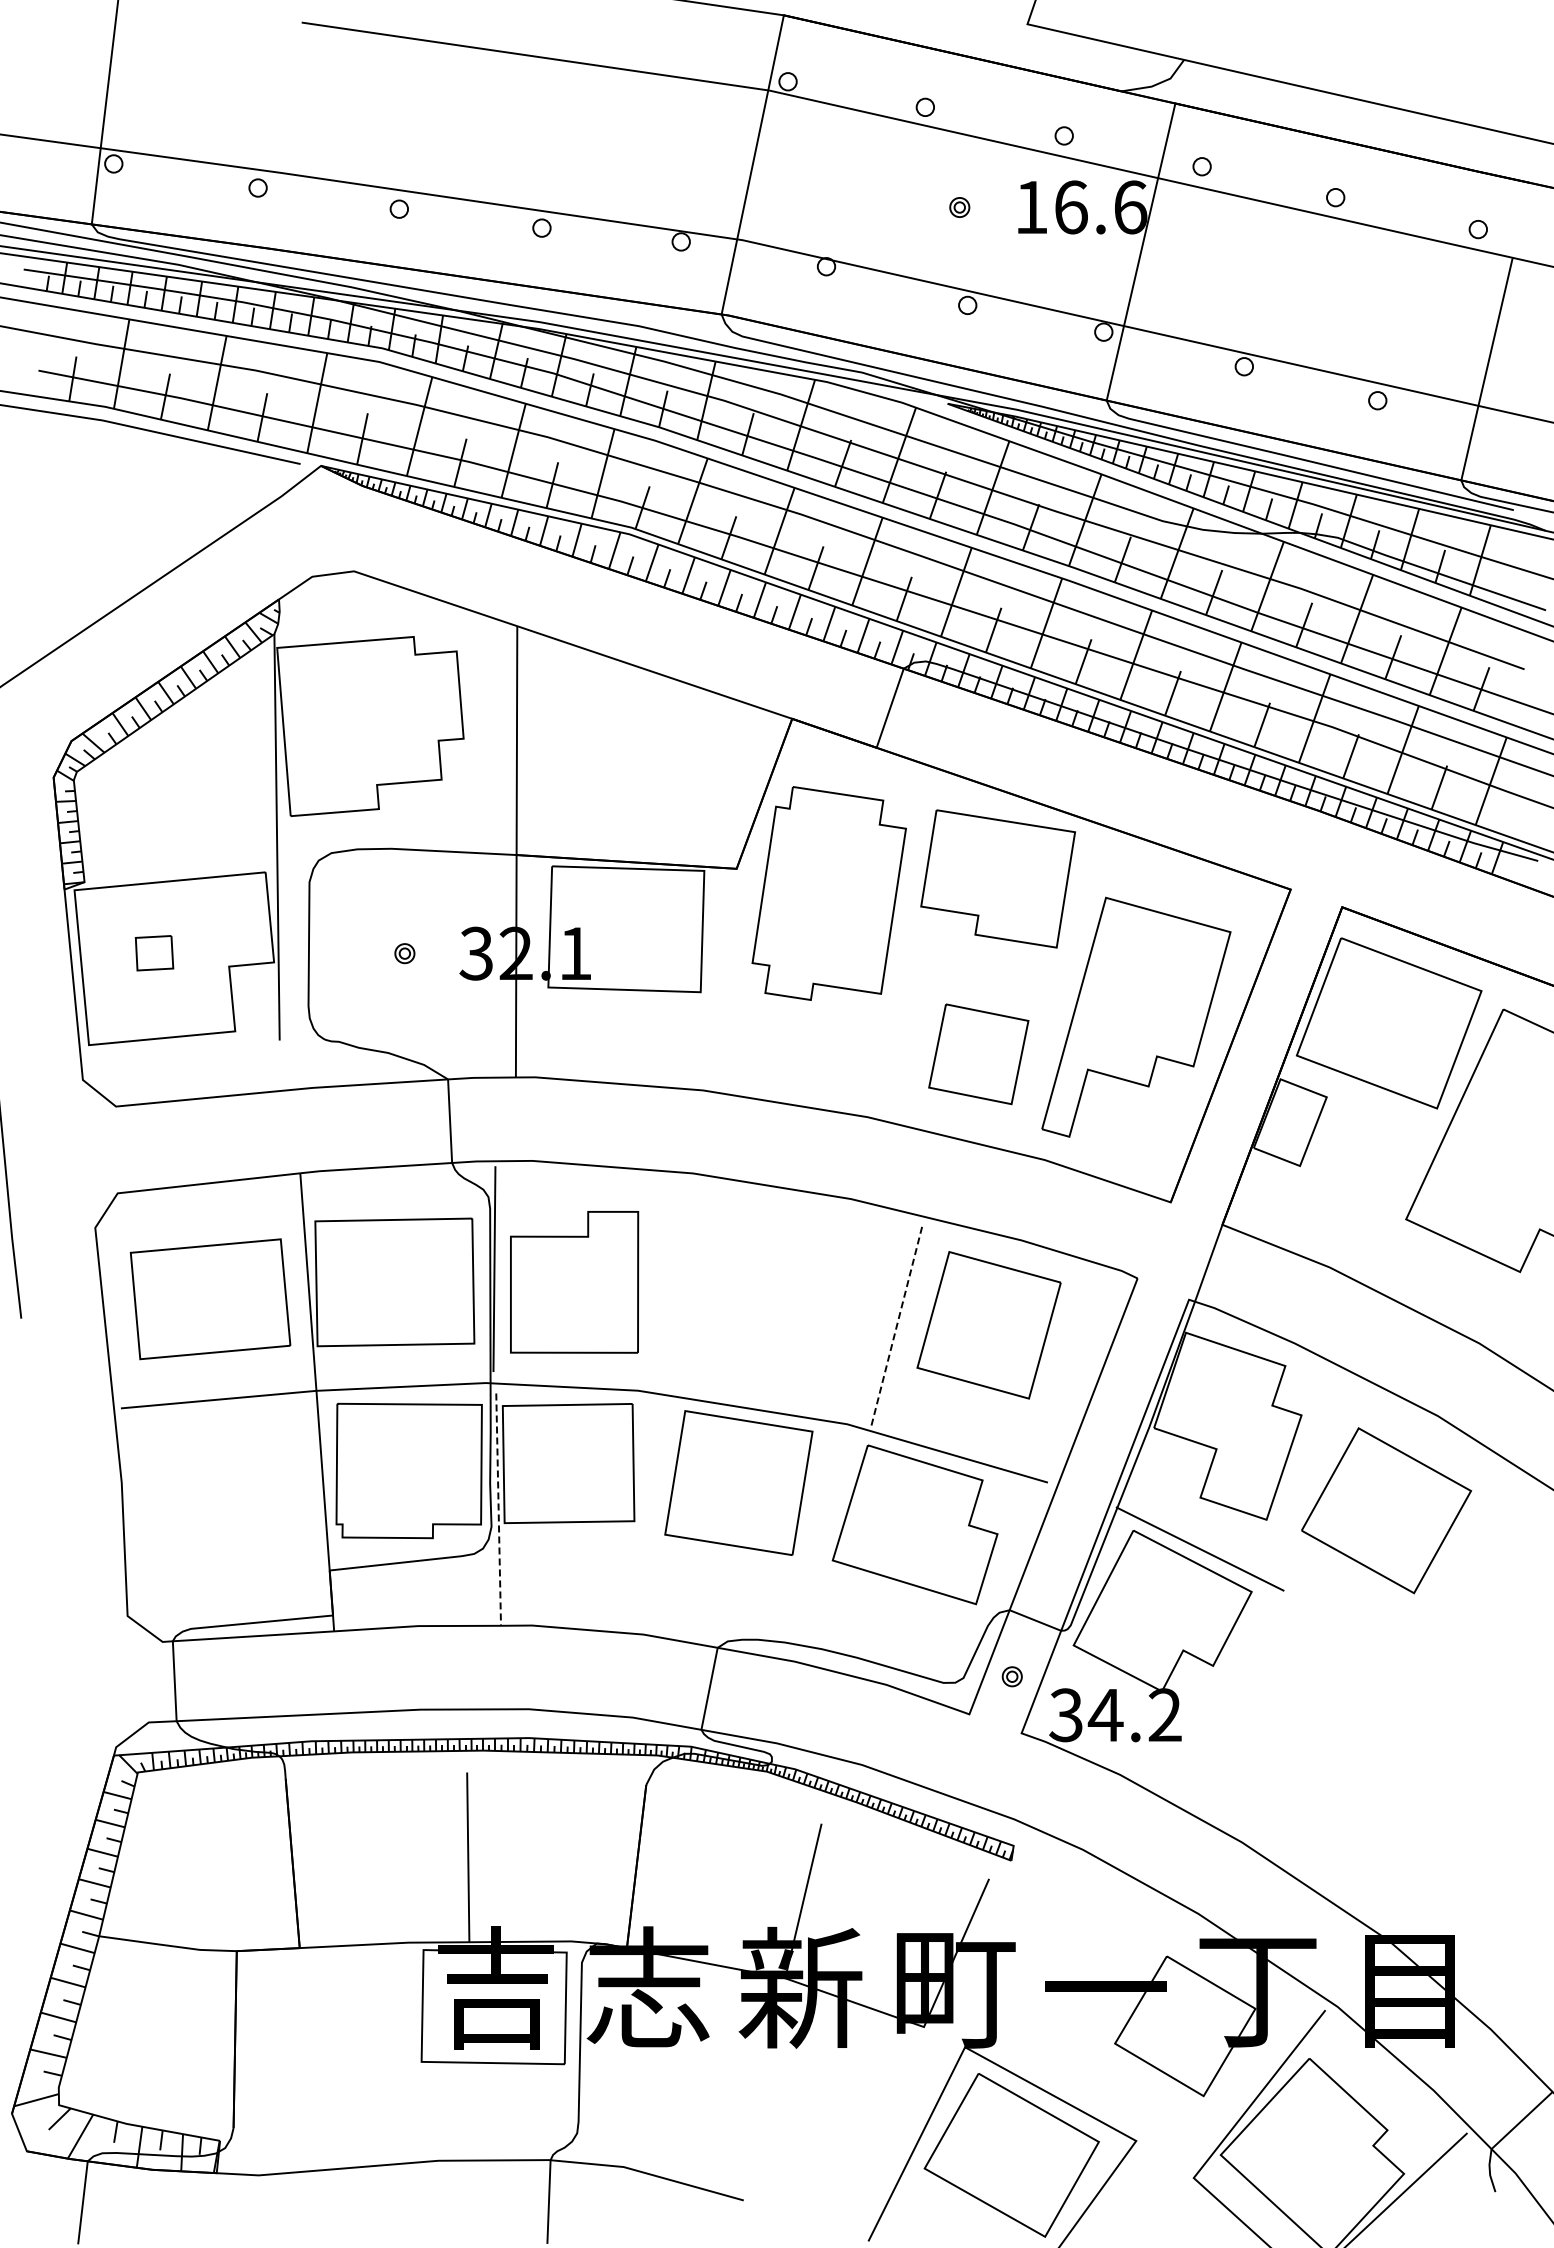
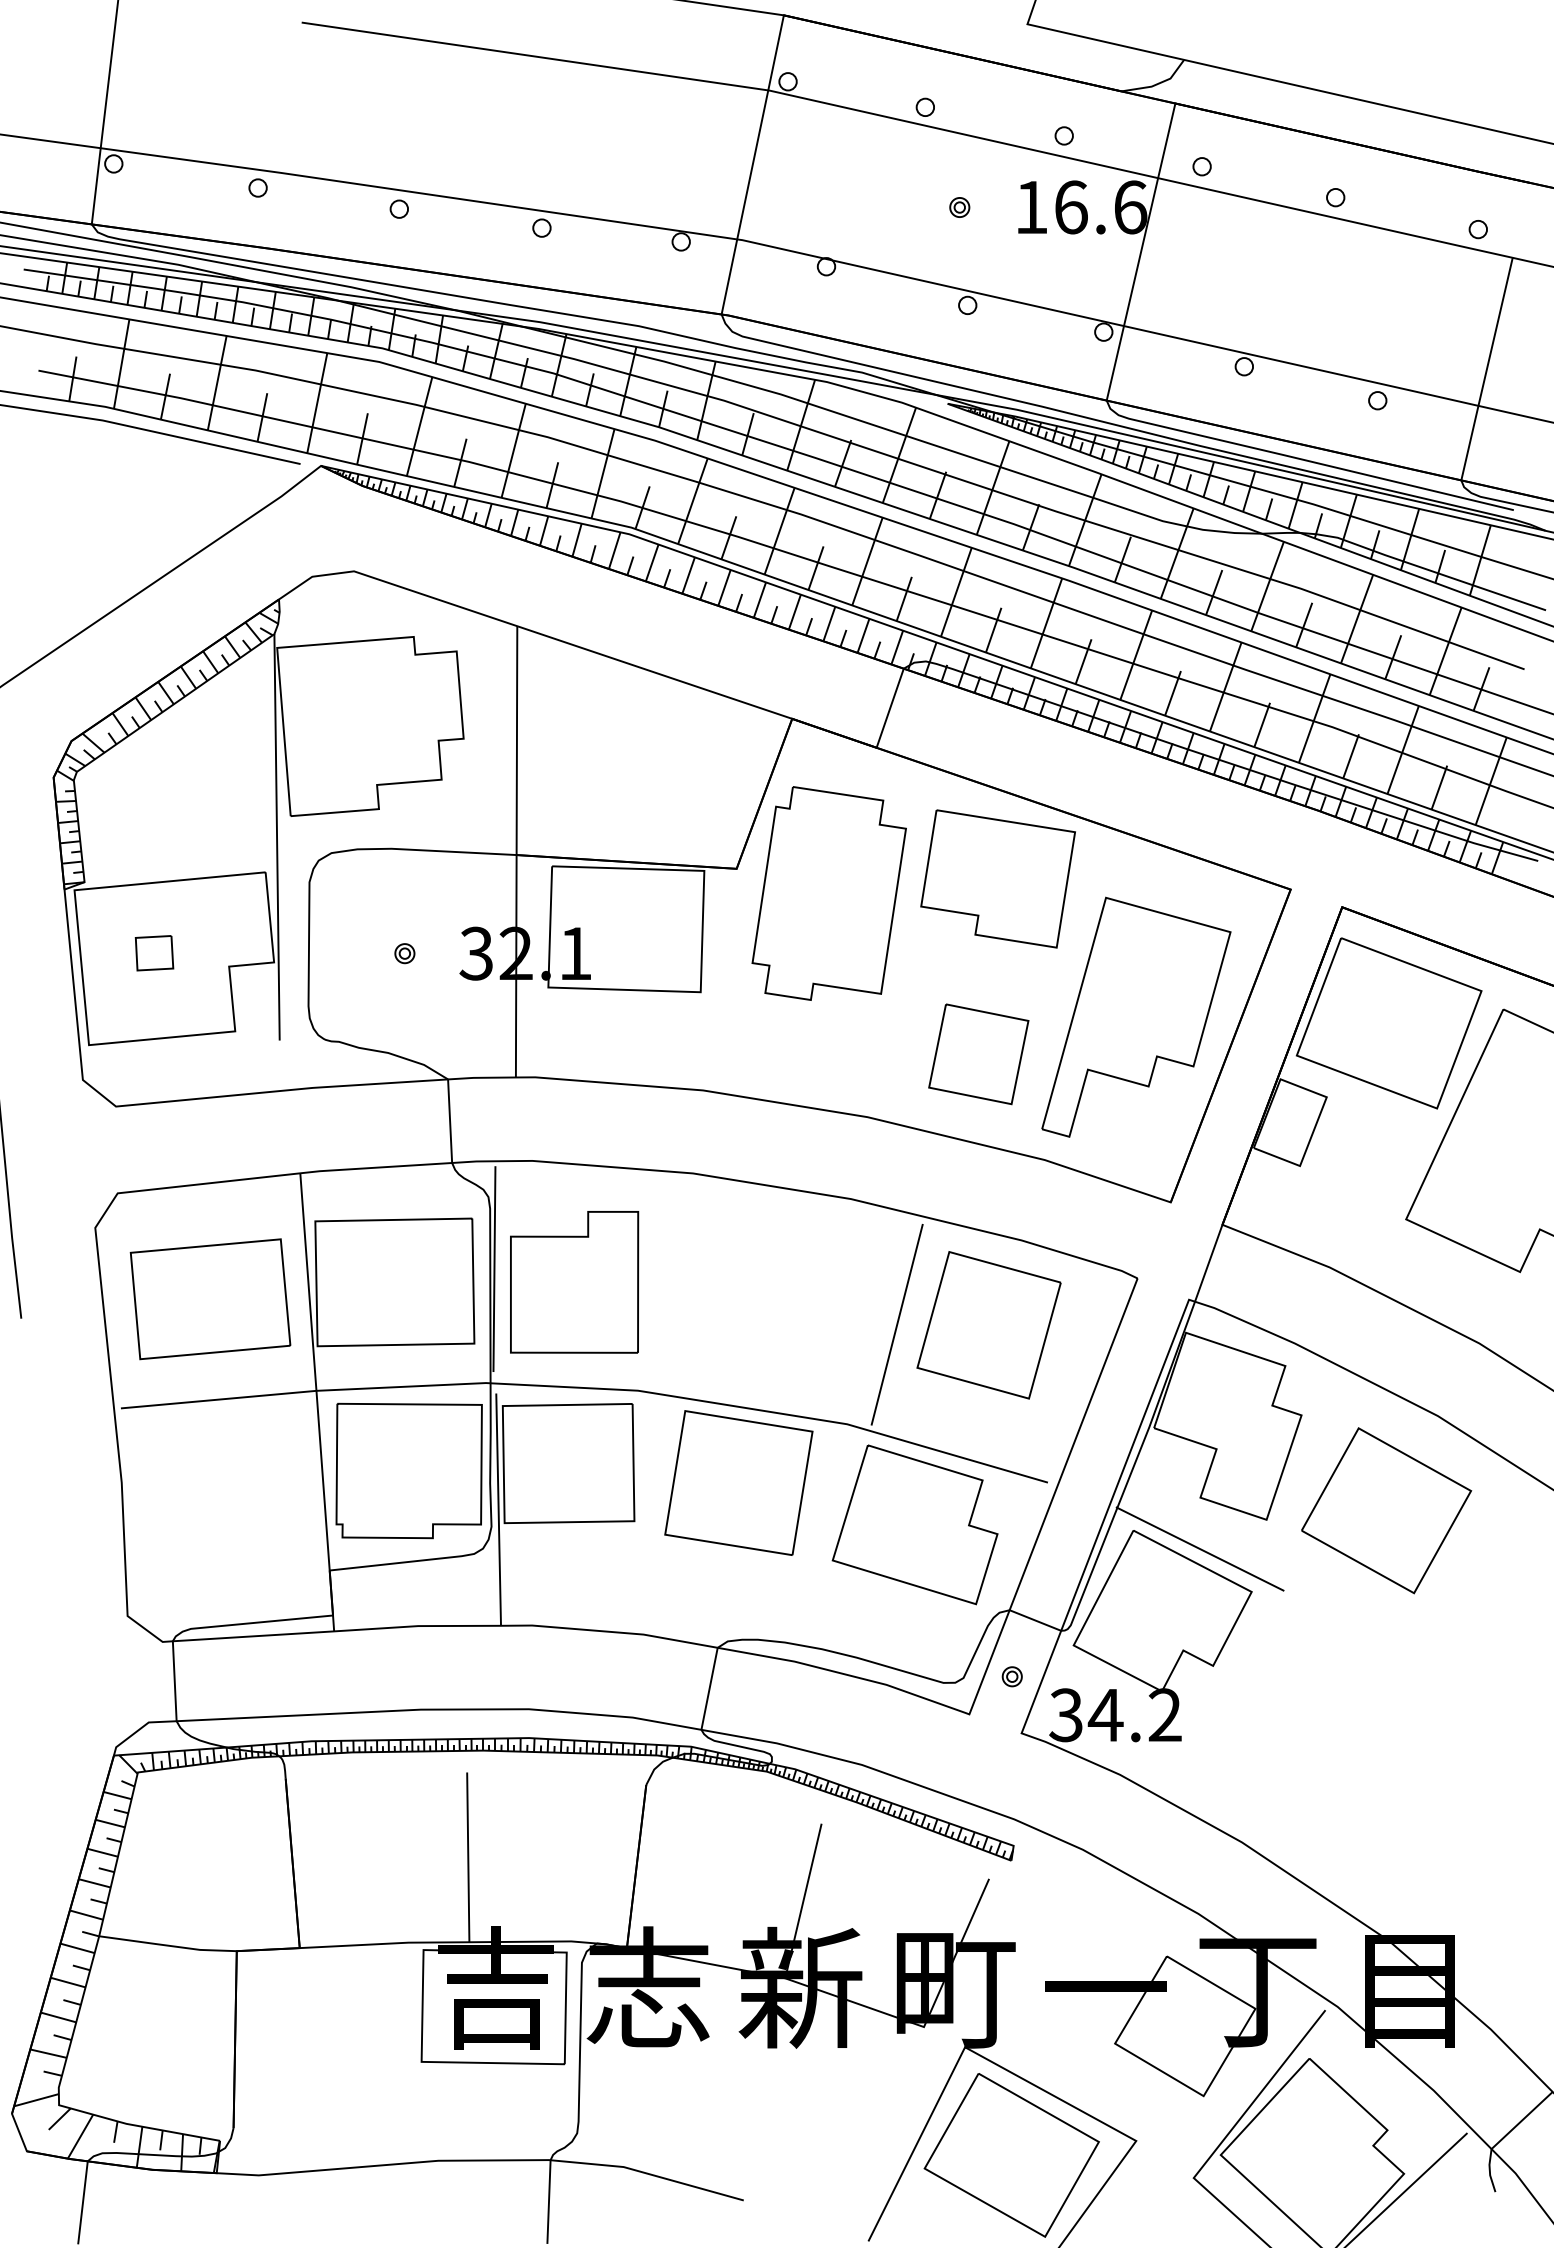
line at (897, 1324): dashed -> solid
line at (498, 1510): dashed -> solid
